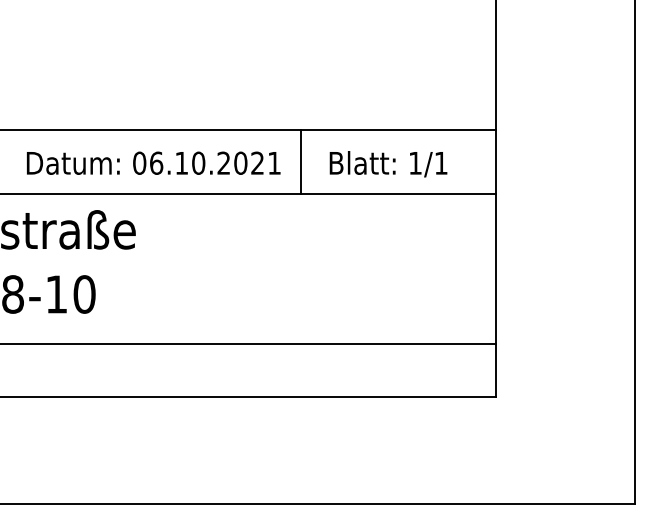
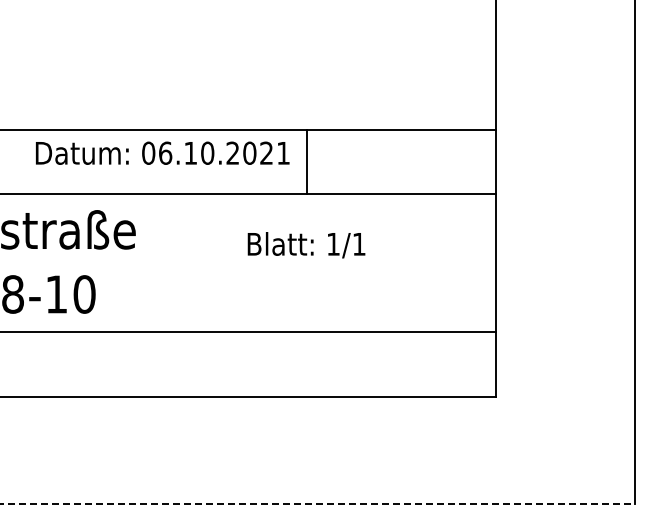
line at (300, 161) position: (300, 161) -> (306, 161)
text at (153, 162) position: (153, 162) -> (162, 152)
text at (388, 164) position: (388, 164) -> (306, 245)
line at (249, 343) position: (249, 343) -> (249, 331)
line at (318, 504): solid -> dashed
